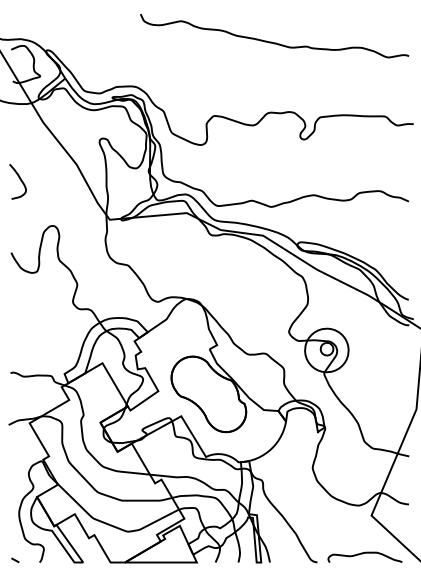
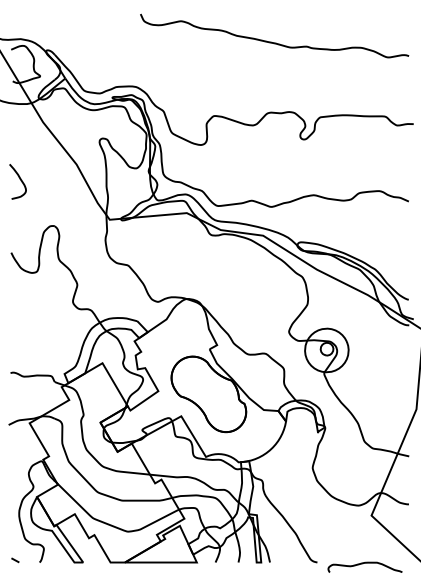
curve at (362, 554) position: (362, 554) -> (362, 564)
